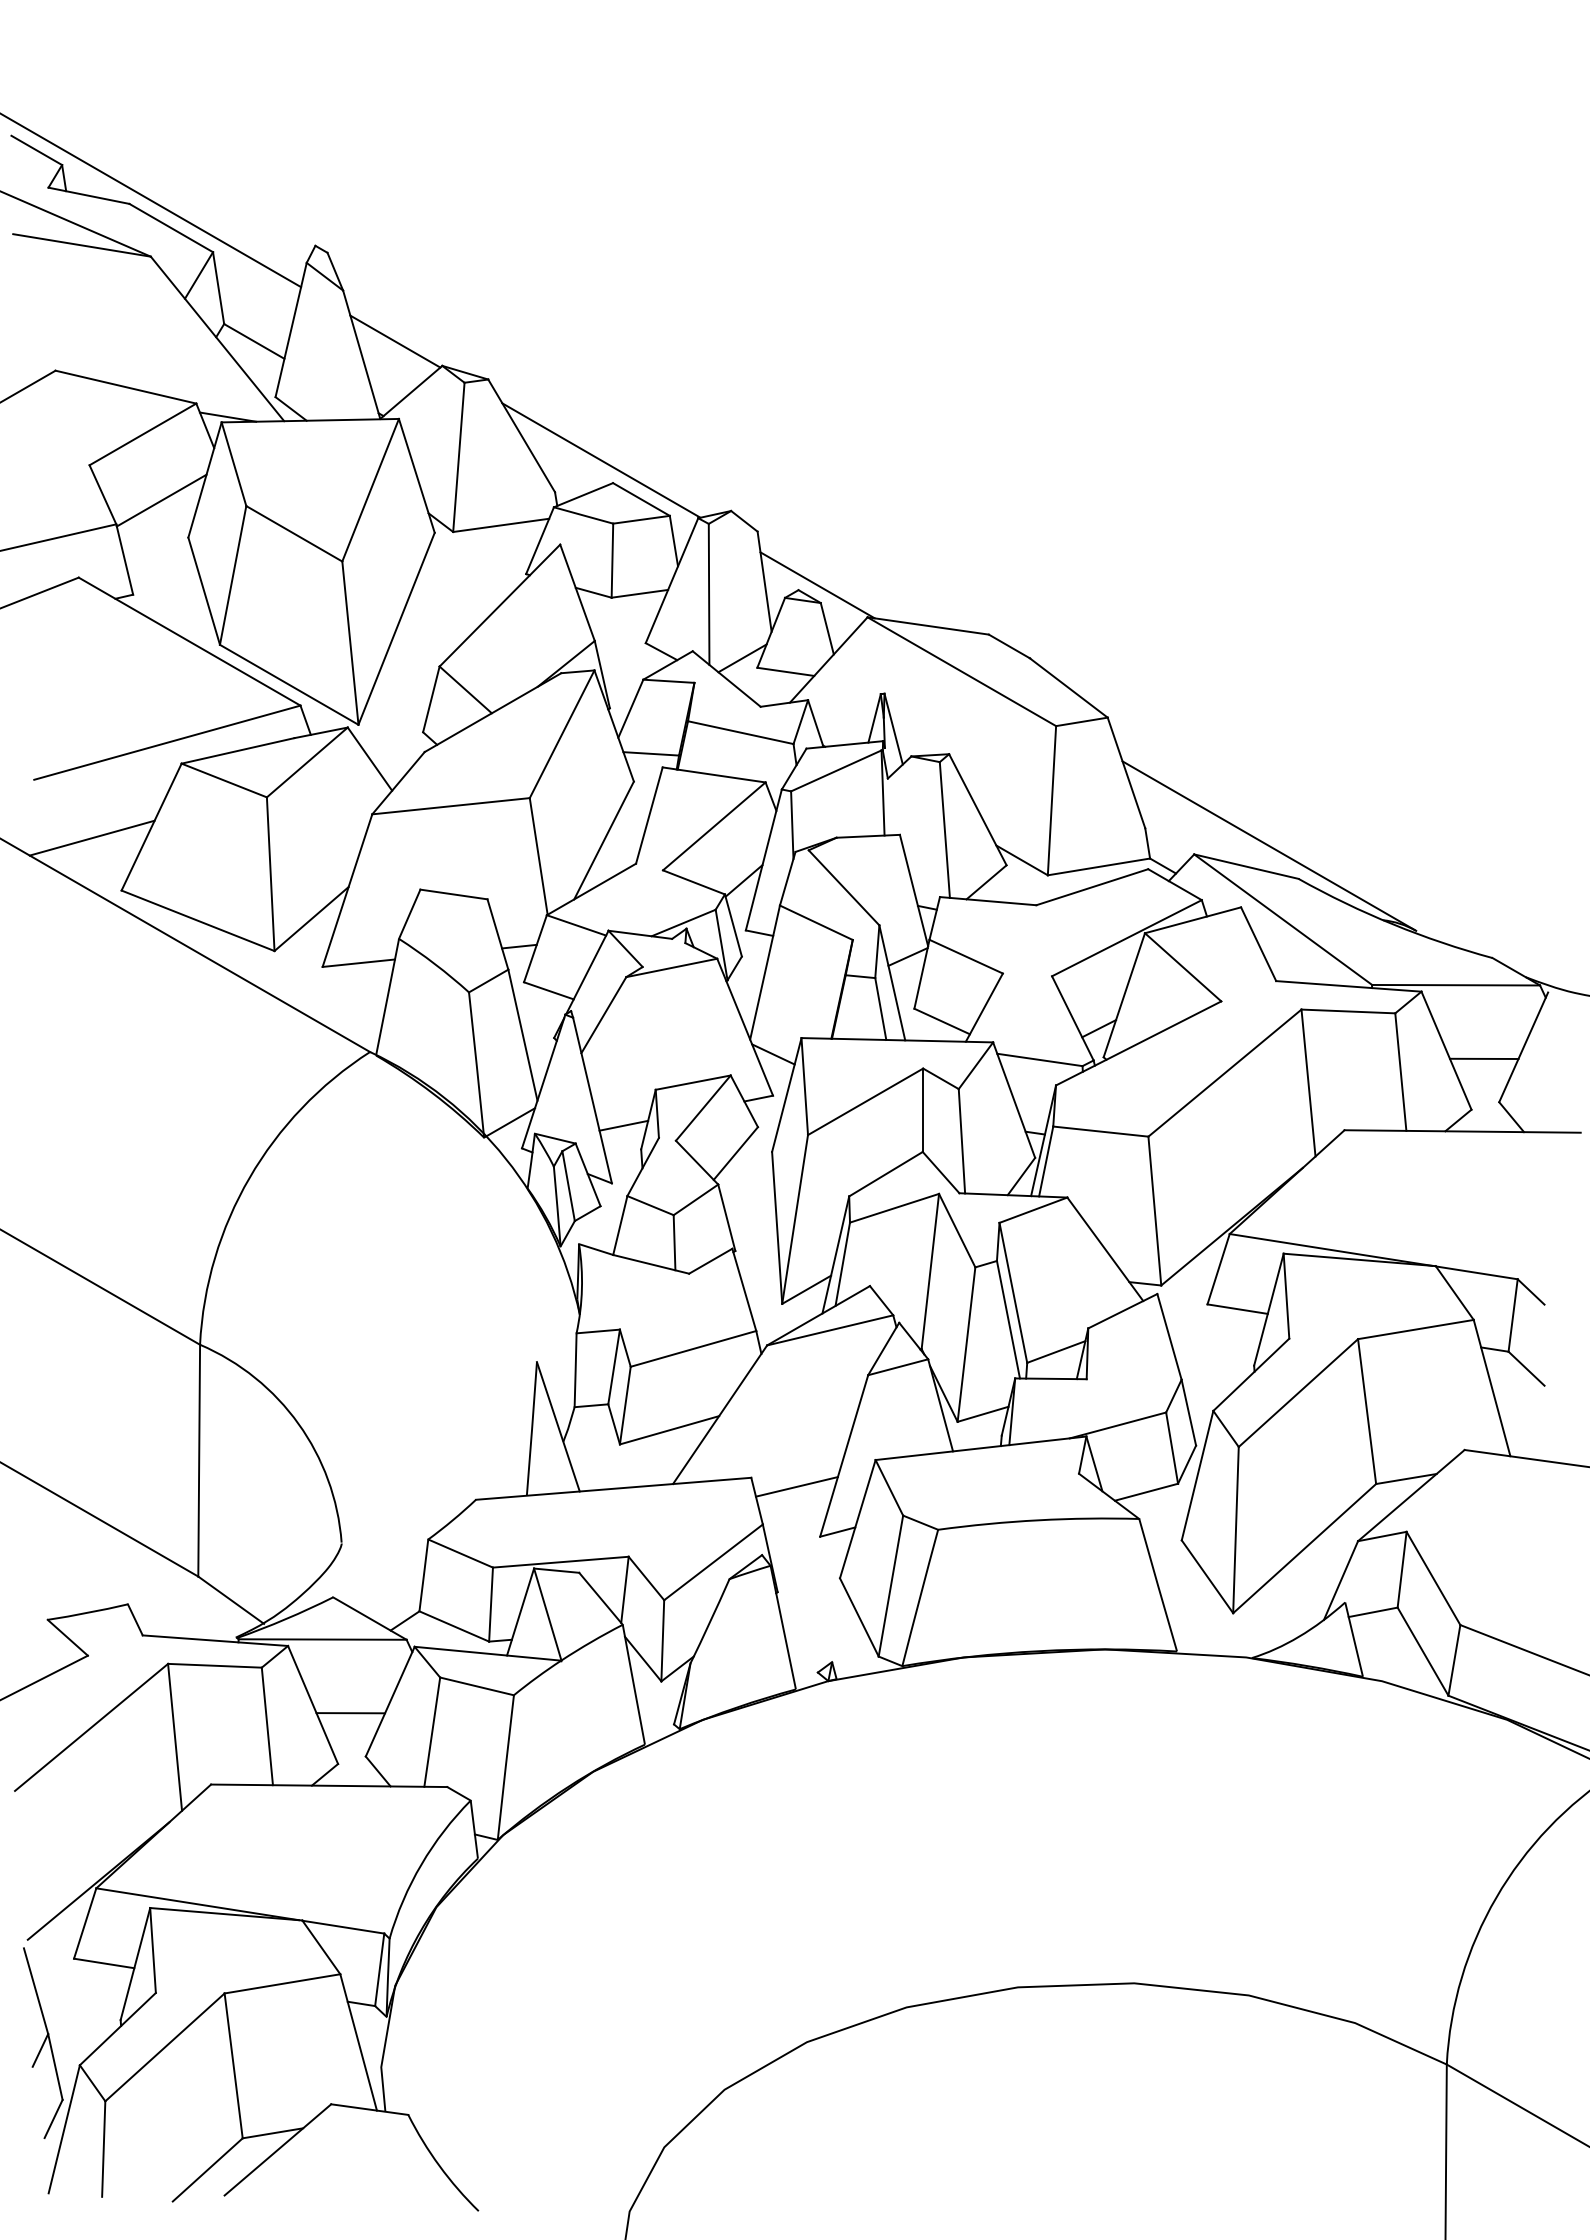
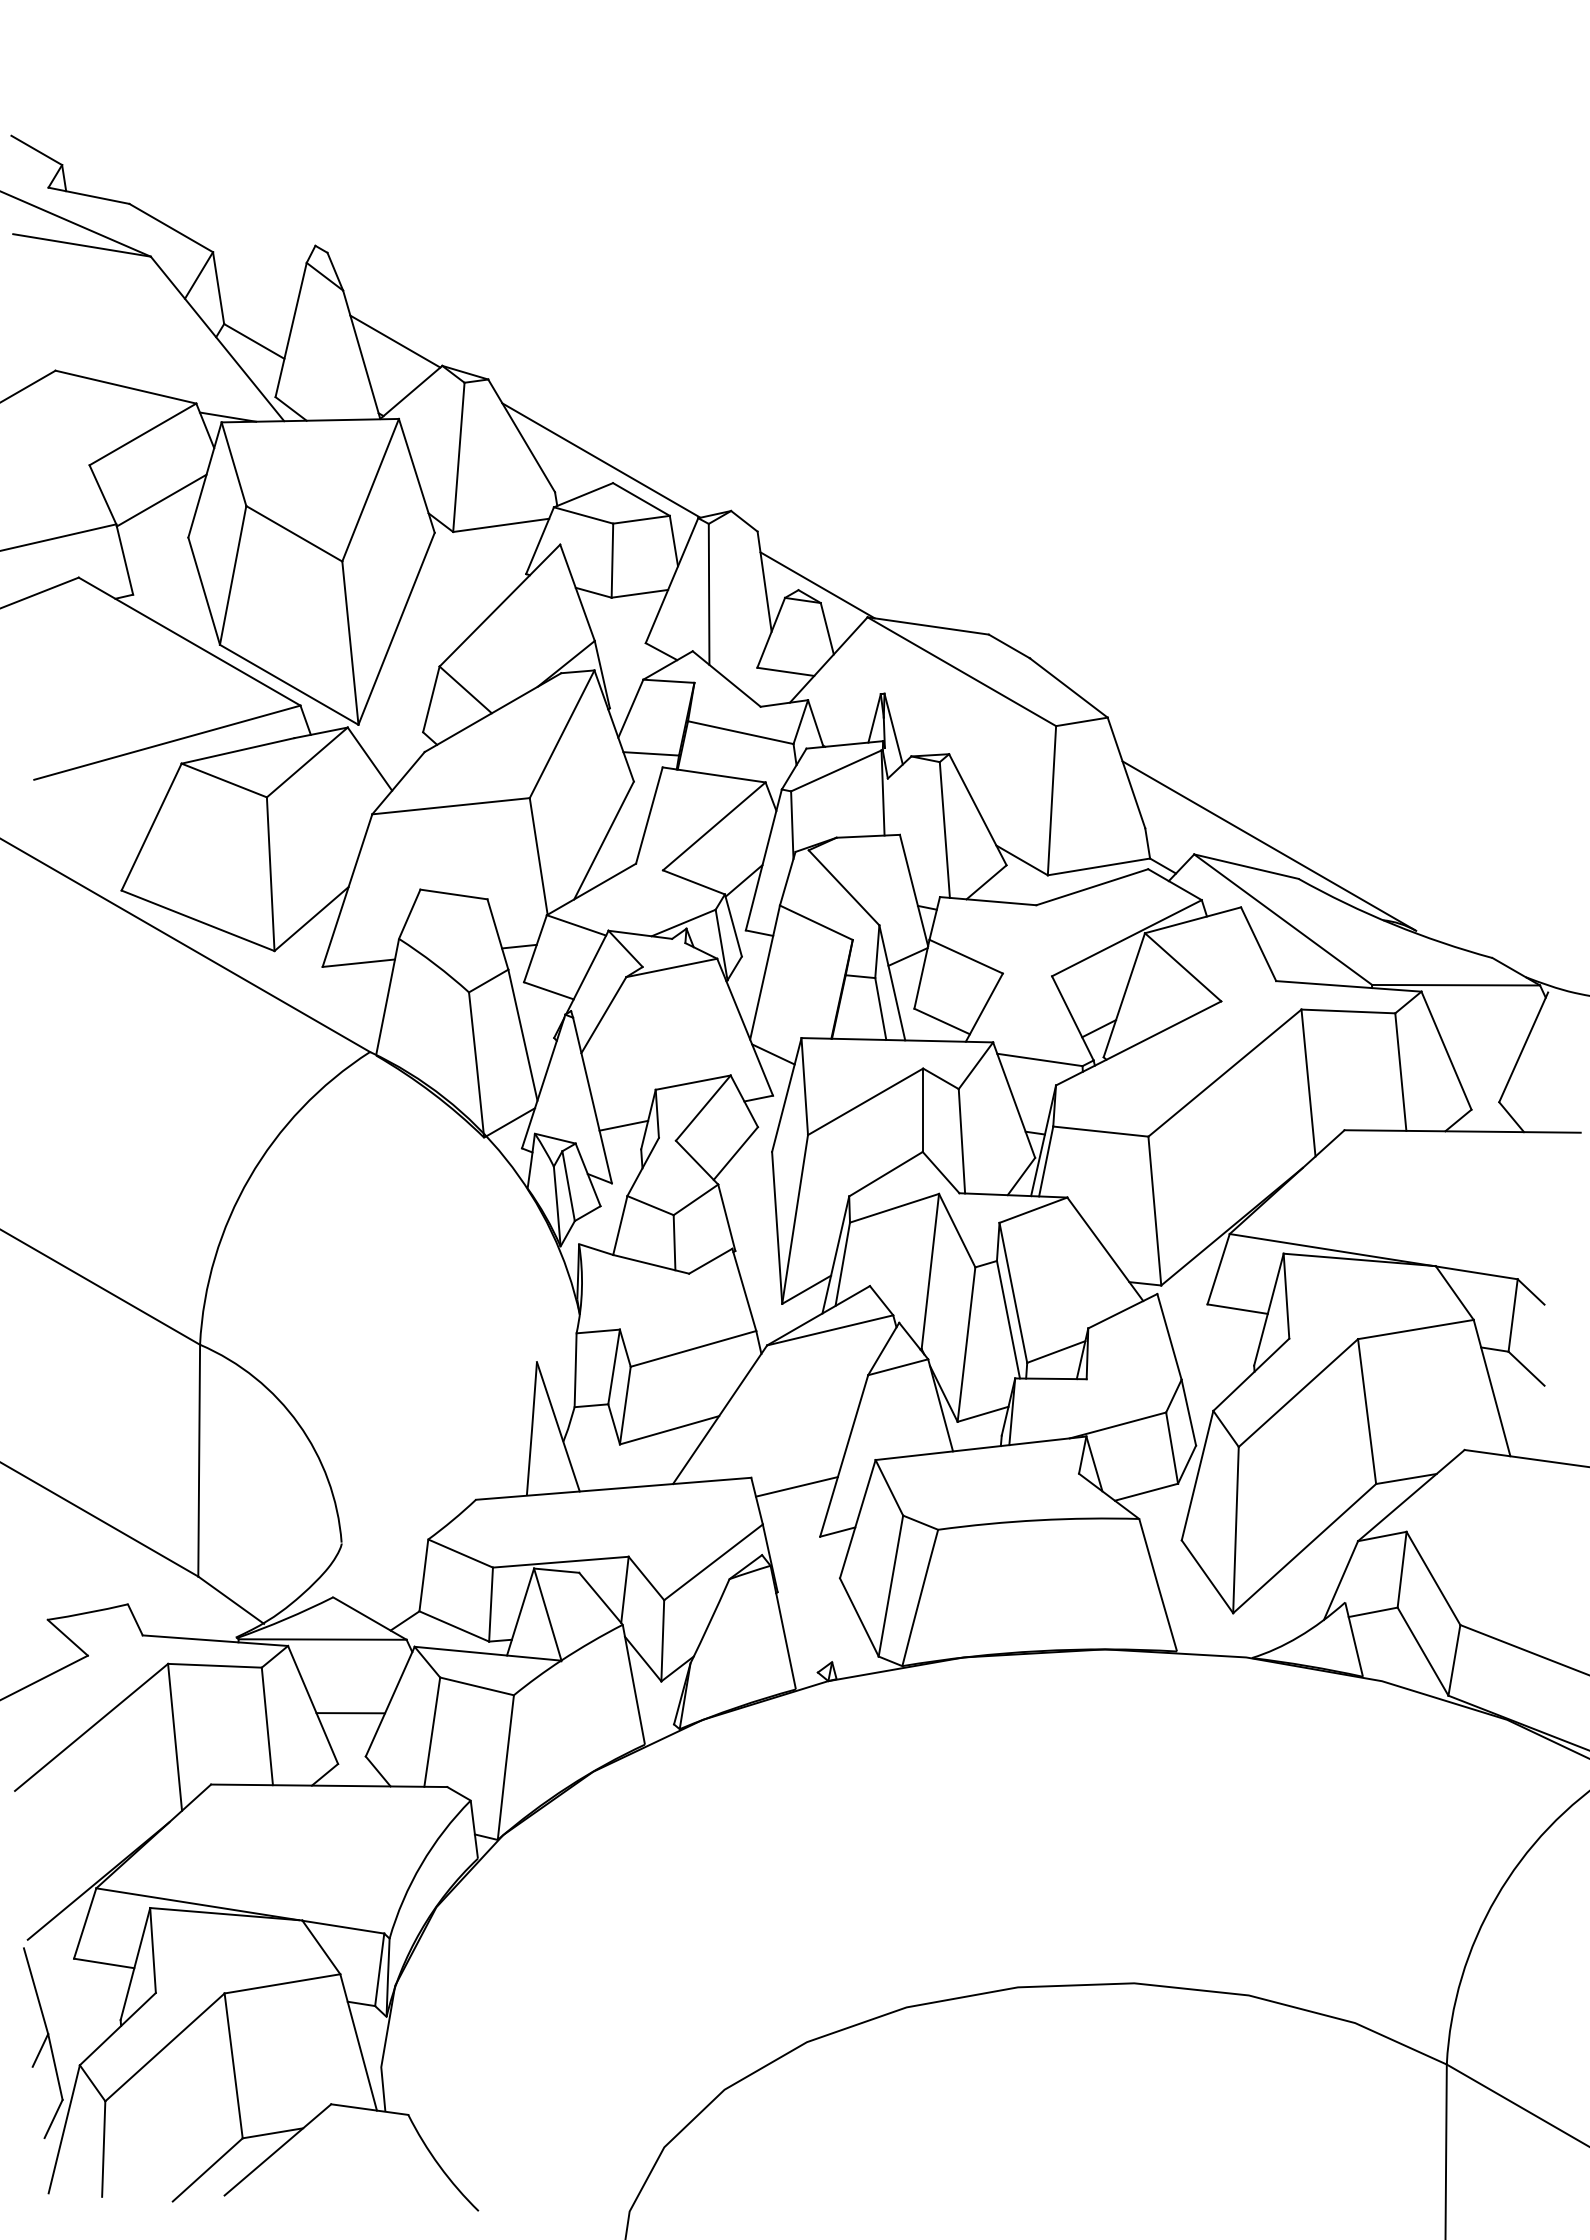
line at (151, 200): present -> none
line at (742, 658): present -> none
line at (91, 837): present -> none
line at (1483, 1058): present -> none
